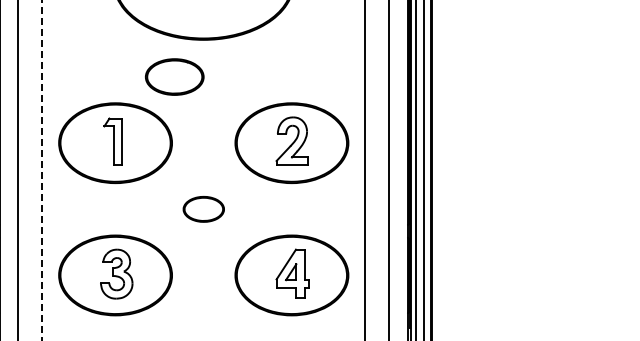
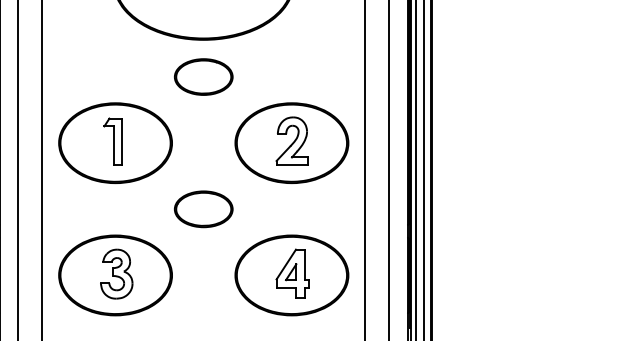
part at (174, 76) position: (174, 76) -> (203, 76)
line at (42, 170): dashed -> solid
part at (203, 209) size: 43x27 px -> 60x39 px
